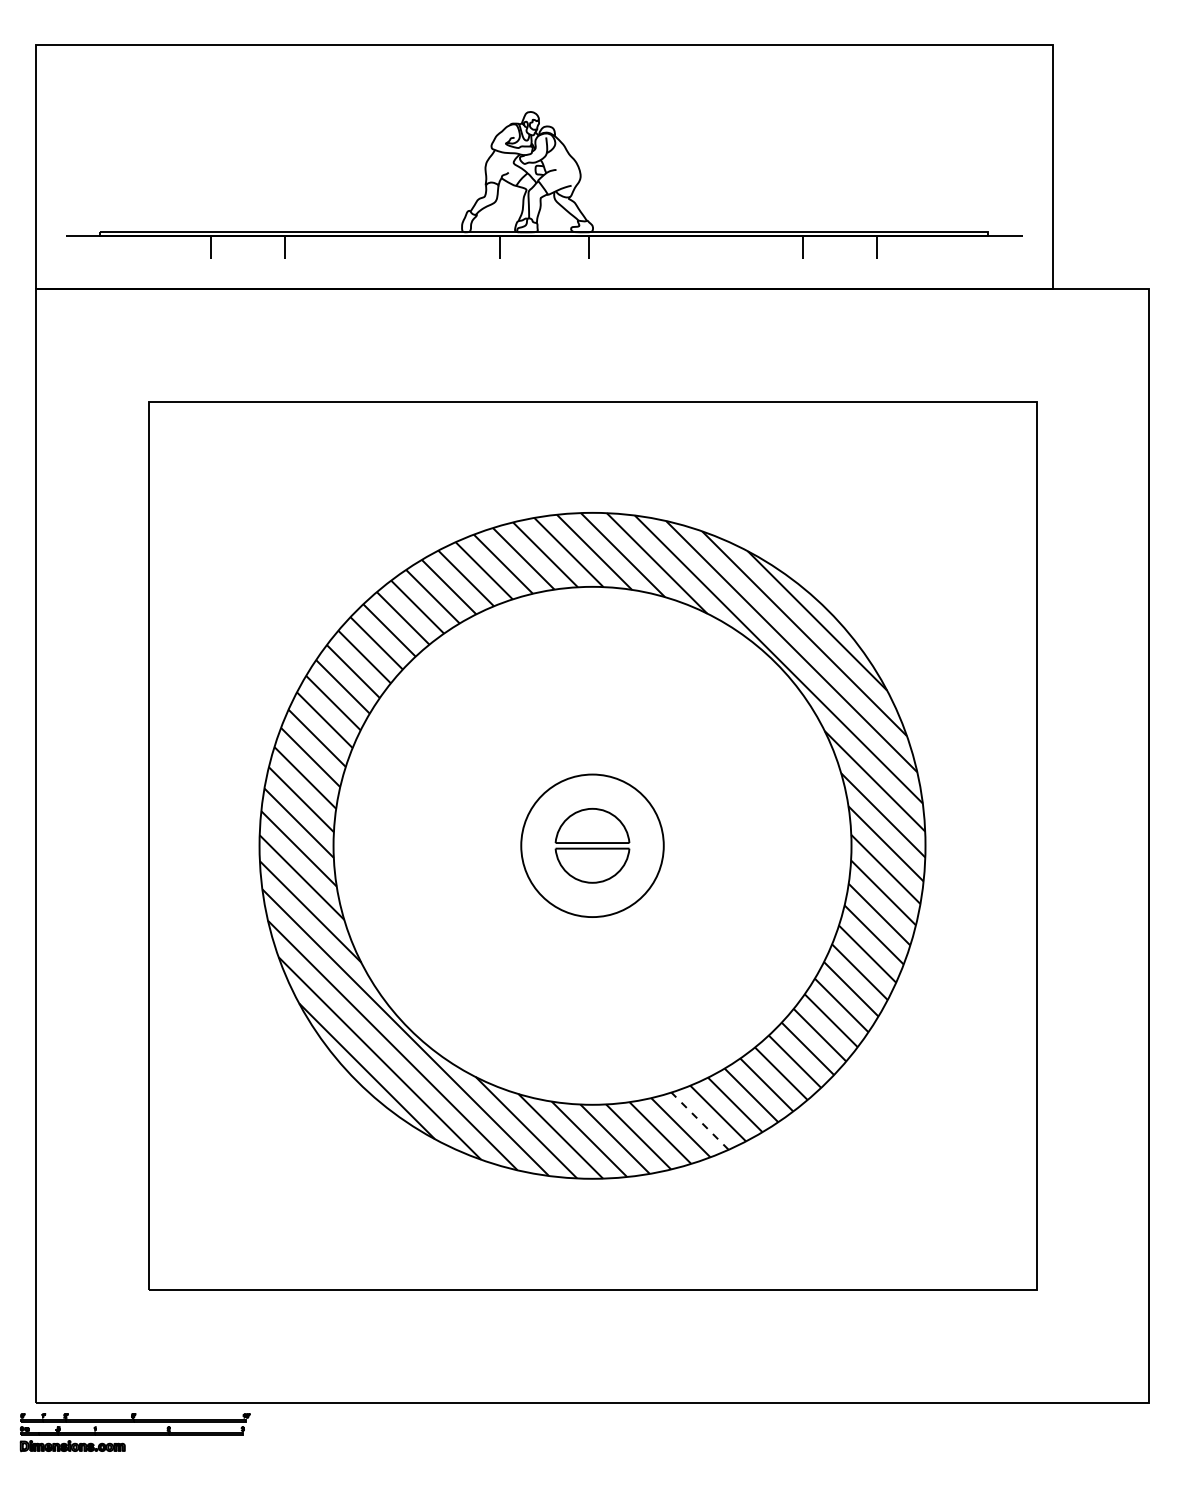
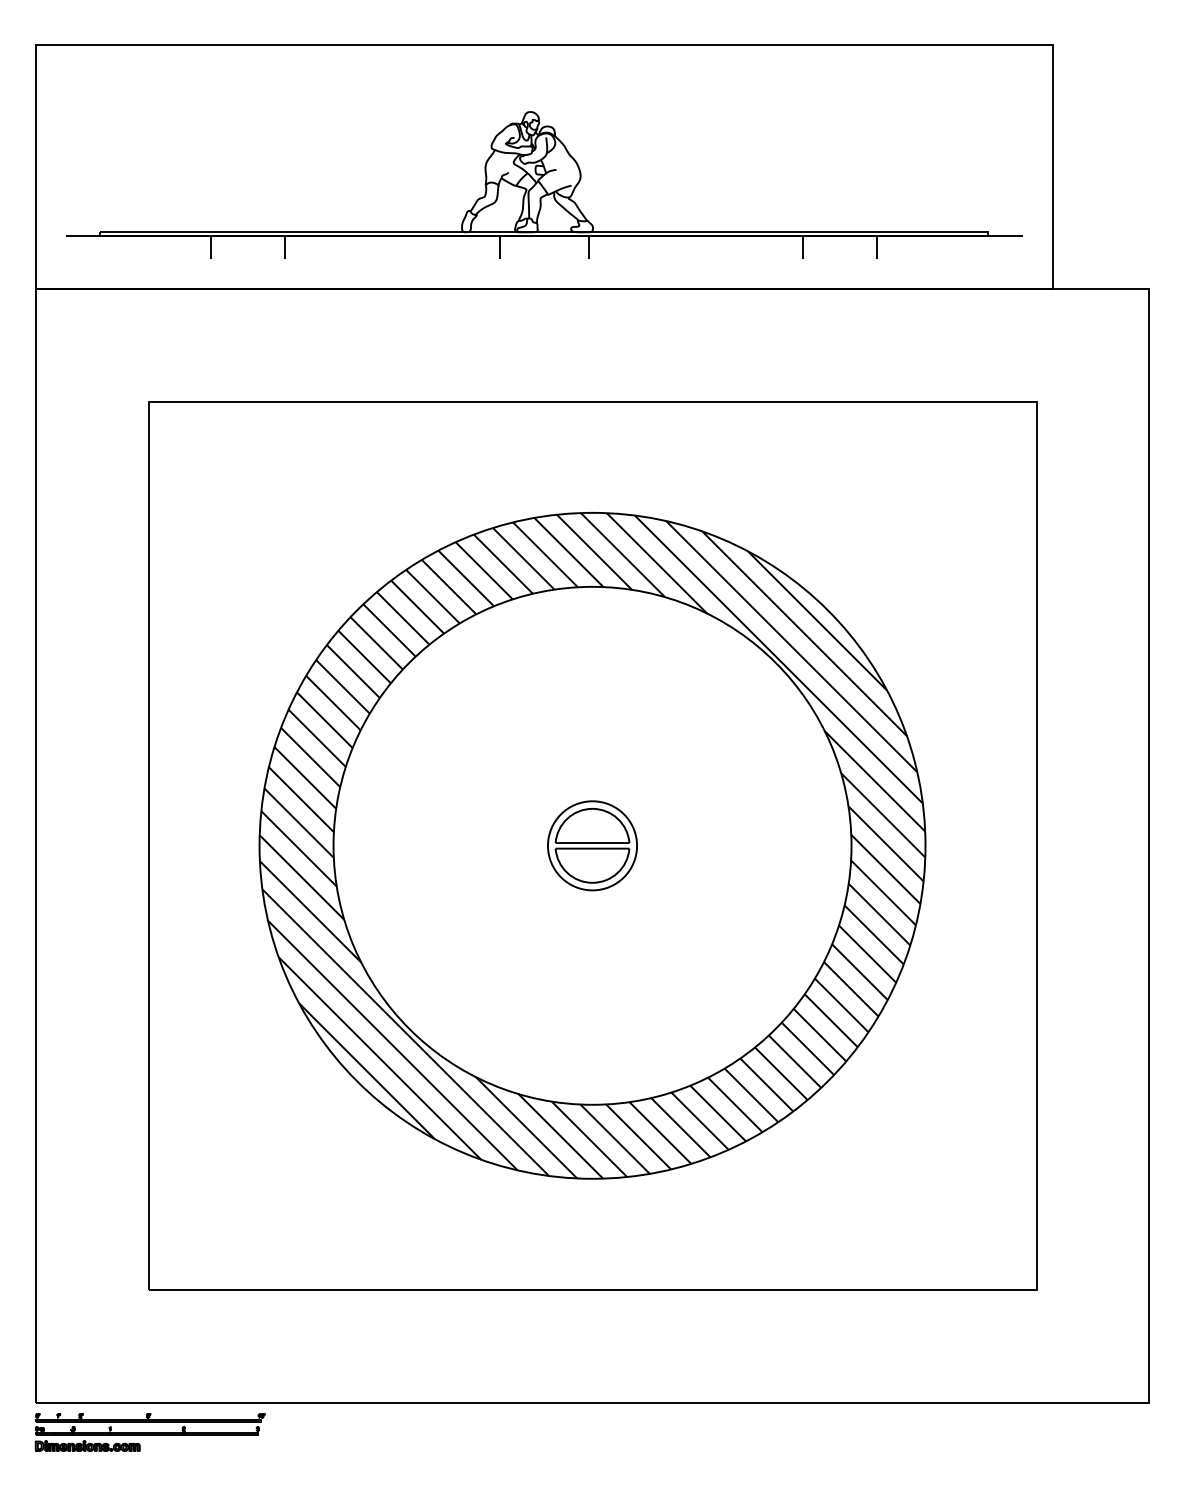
circle at (592, 845) diameter: 143 px -> 89 px
line at (699, 1120): dashed -> solid
part at (134, 1432) position: (134, 1432) -> (149, 1432)
